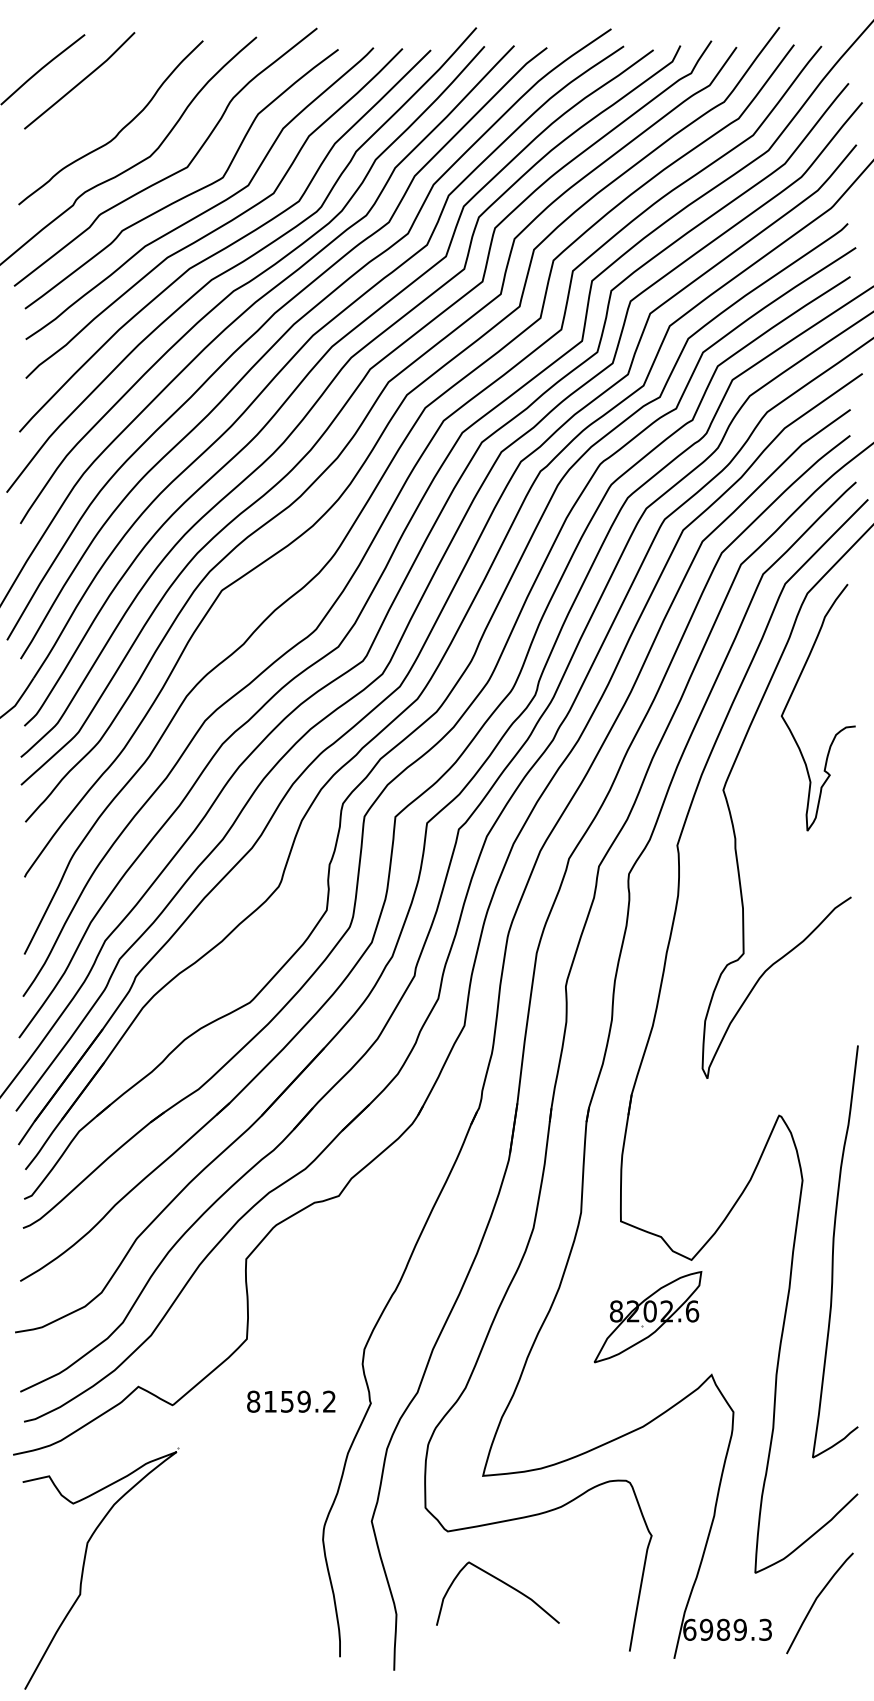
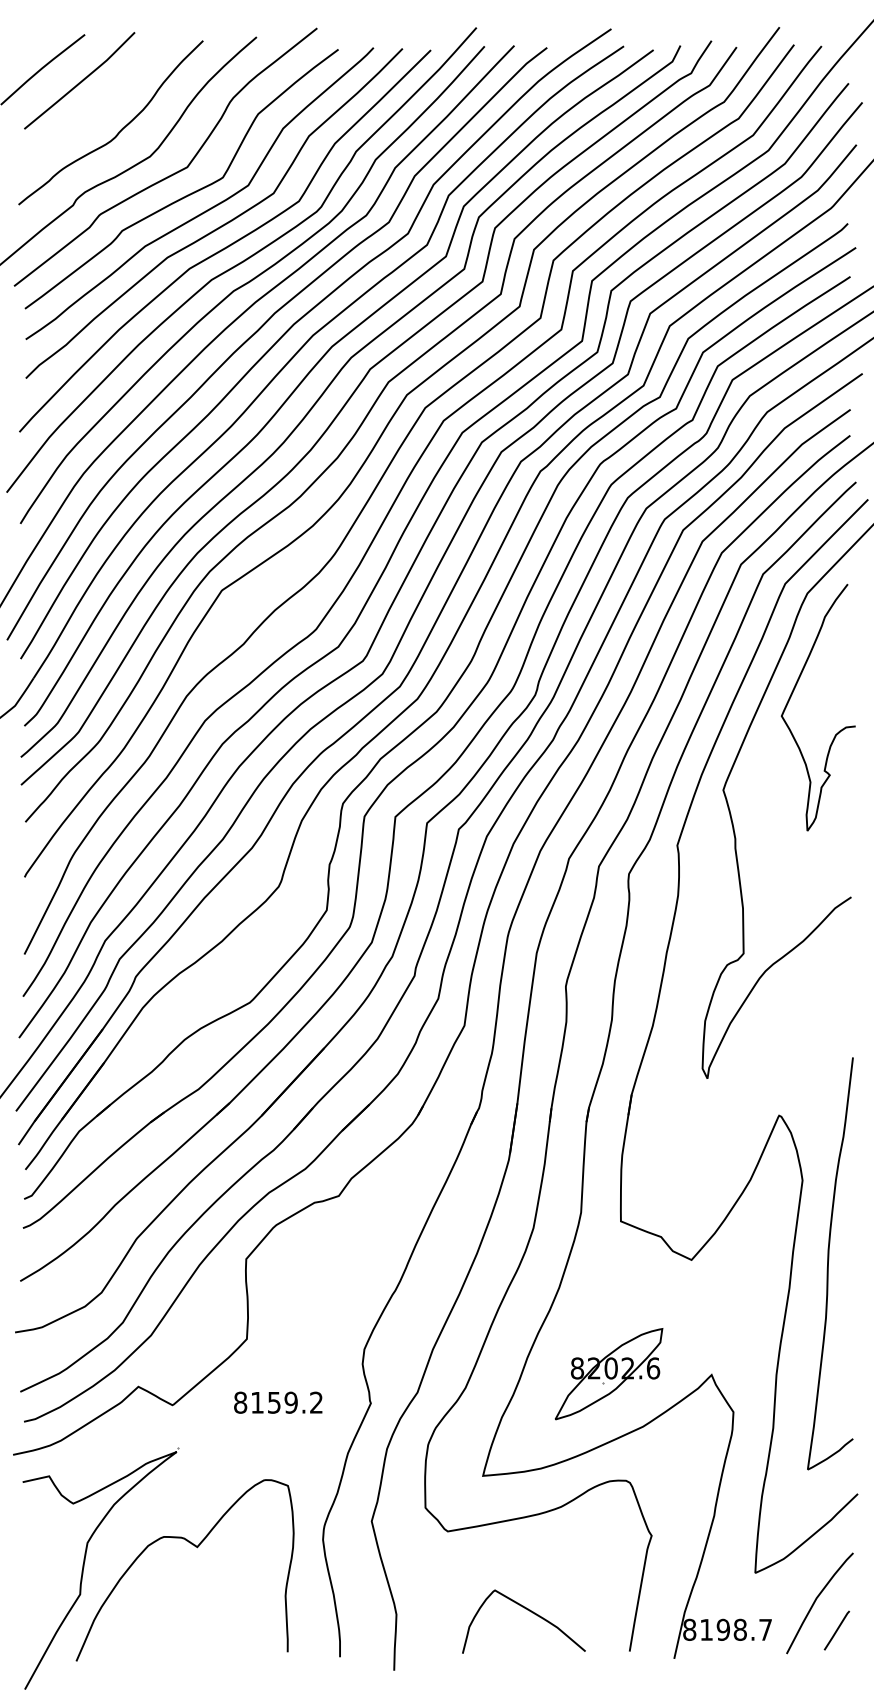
curve at (833, 1251) position: (833, 1251) -> (828, 1263)
part at (647, 1317) position: (647, 1317) -> (608, 1374)
text at (291, 1401) position: (291, 1401) -> (278, 1402)
curve at (197, 1548): none -> present
curve at (503, 1583) position: (503, 1583) -> (529, 1611)
text at (727, 1629): 6989.3 -> 8198.7
line at (836, 1630): none -> present
